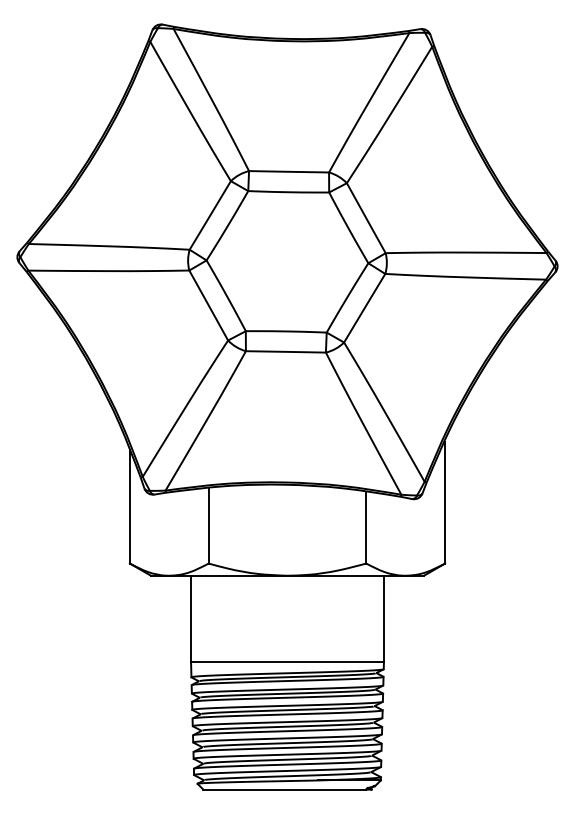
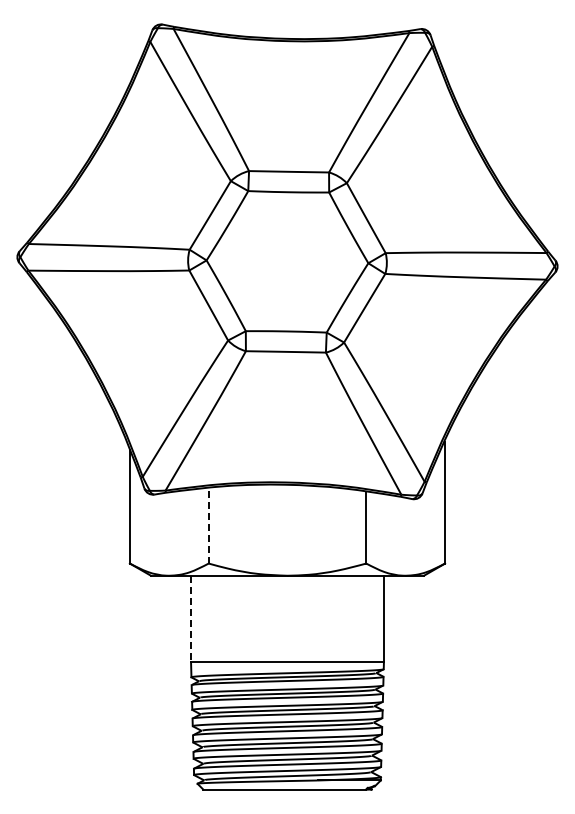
line at (208, 525): solid -> dashed
line at (191, 619): solid -> dashed
